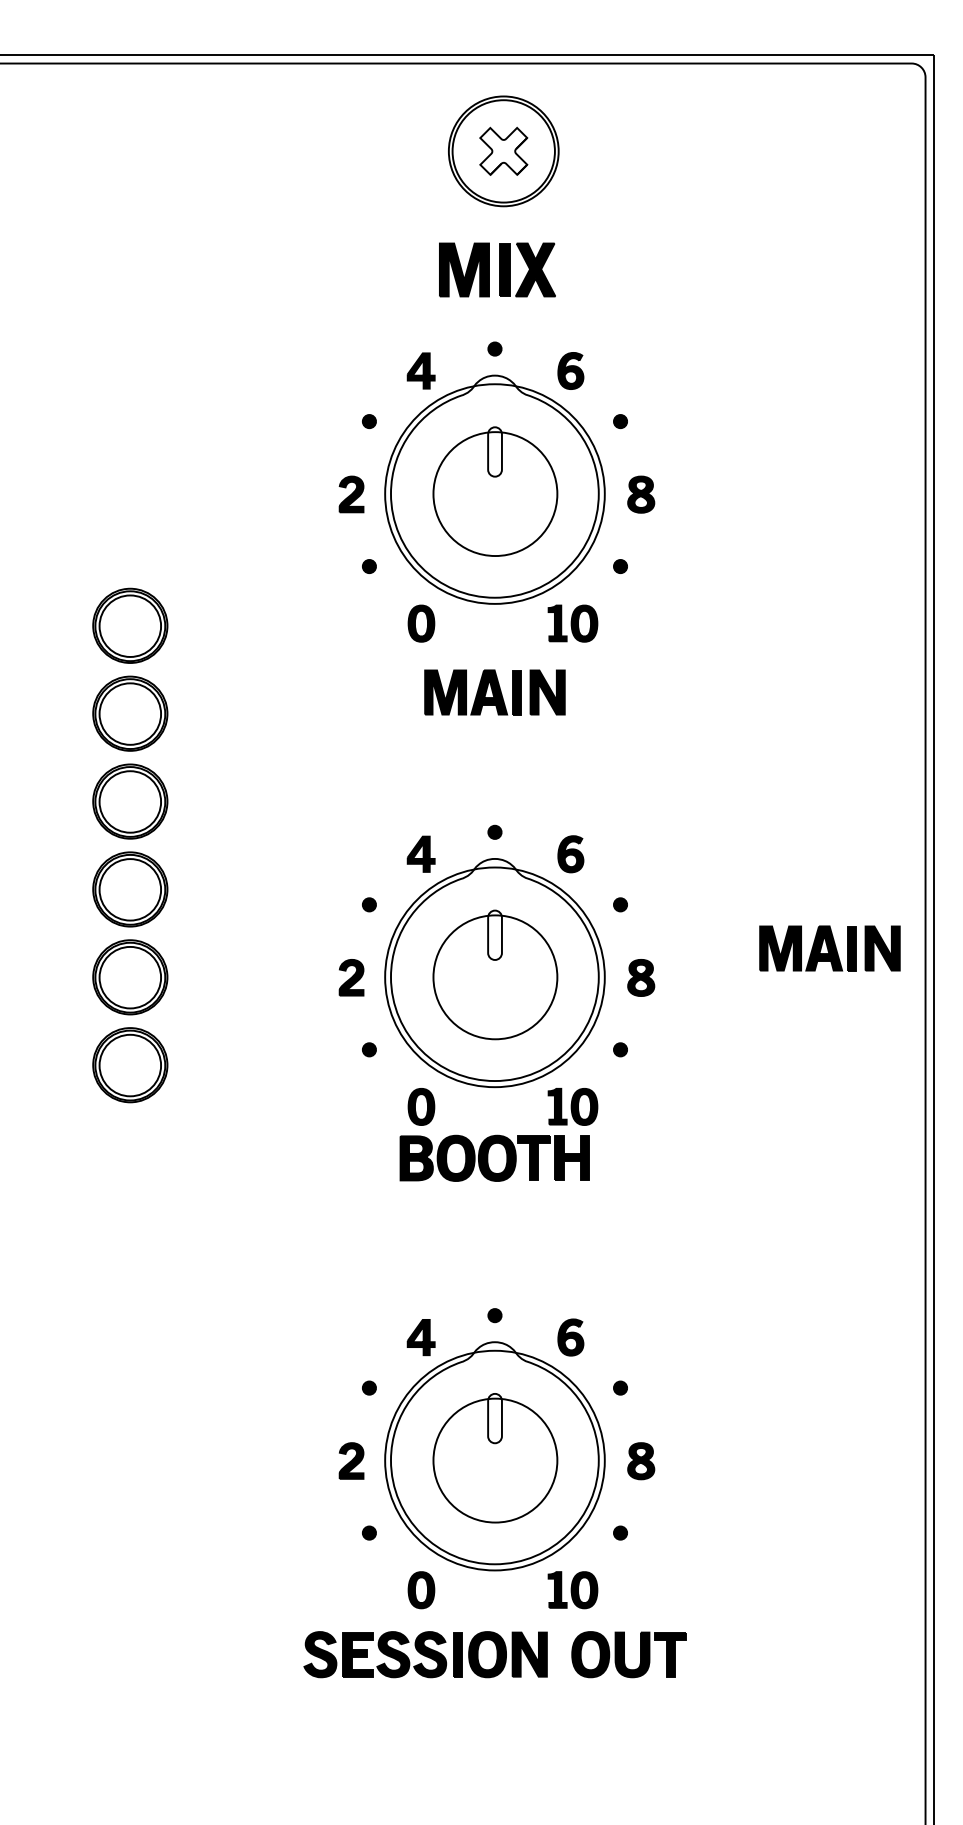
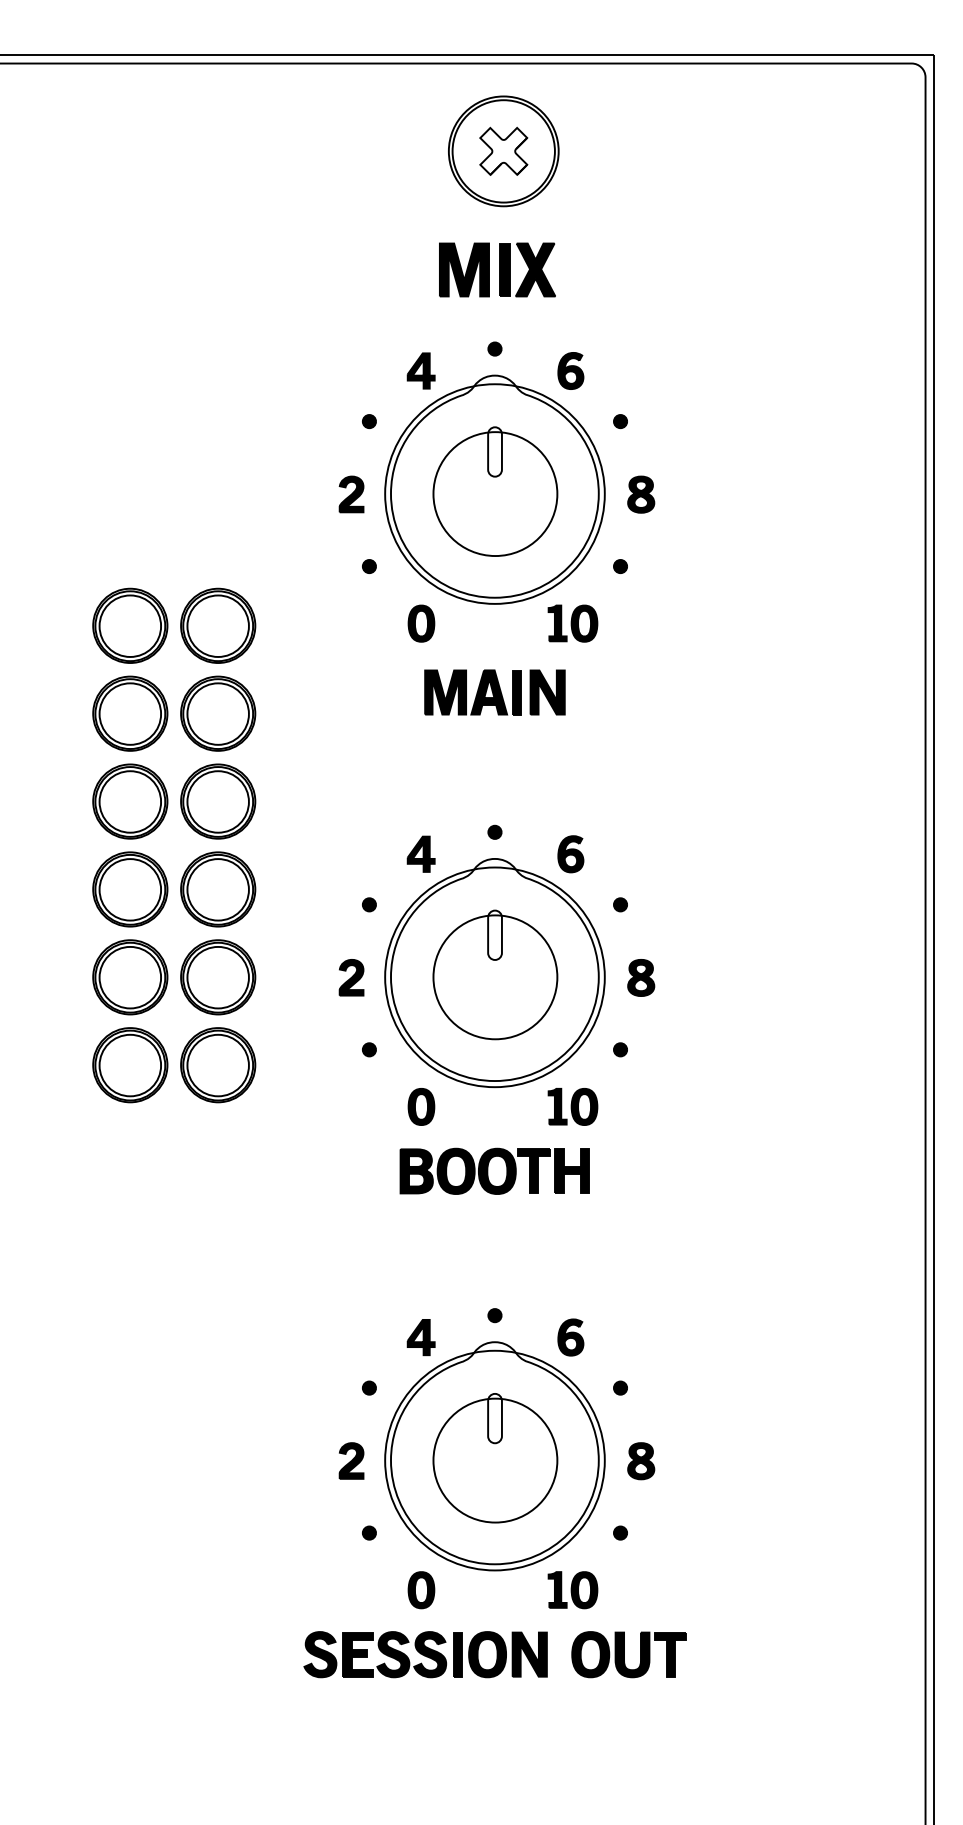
part at (218, 845): none -> present
part at (829, 948): present -> none
part at (494, 1157) position: (494, 1157) -> (494, 1170)
